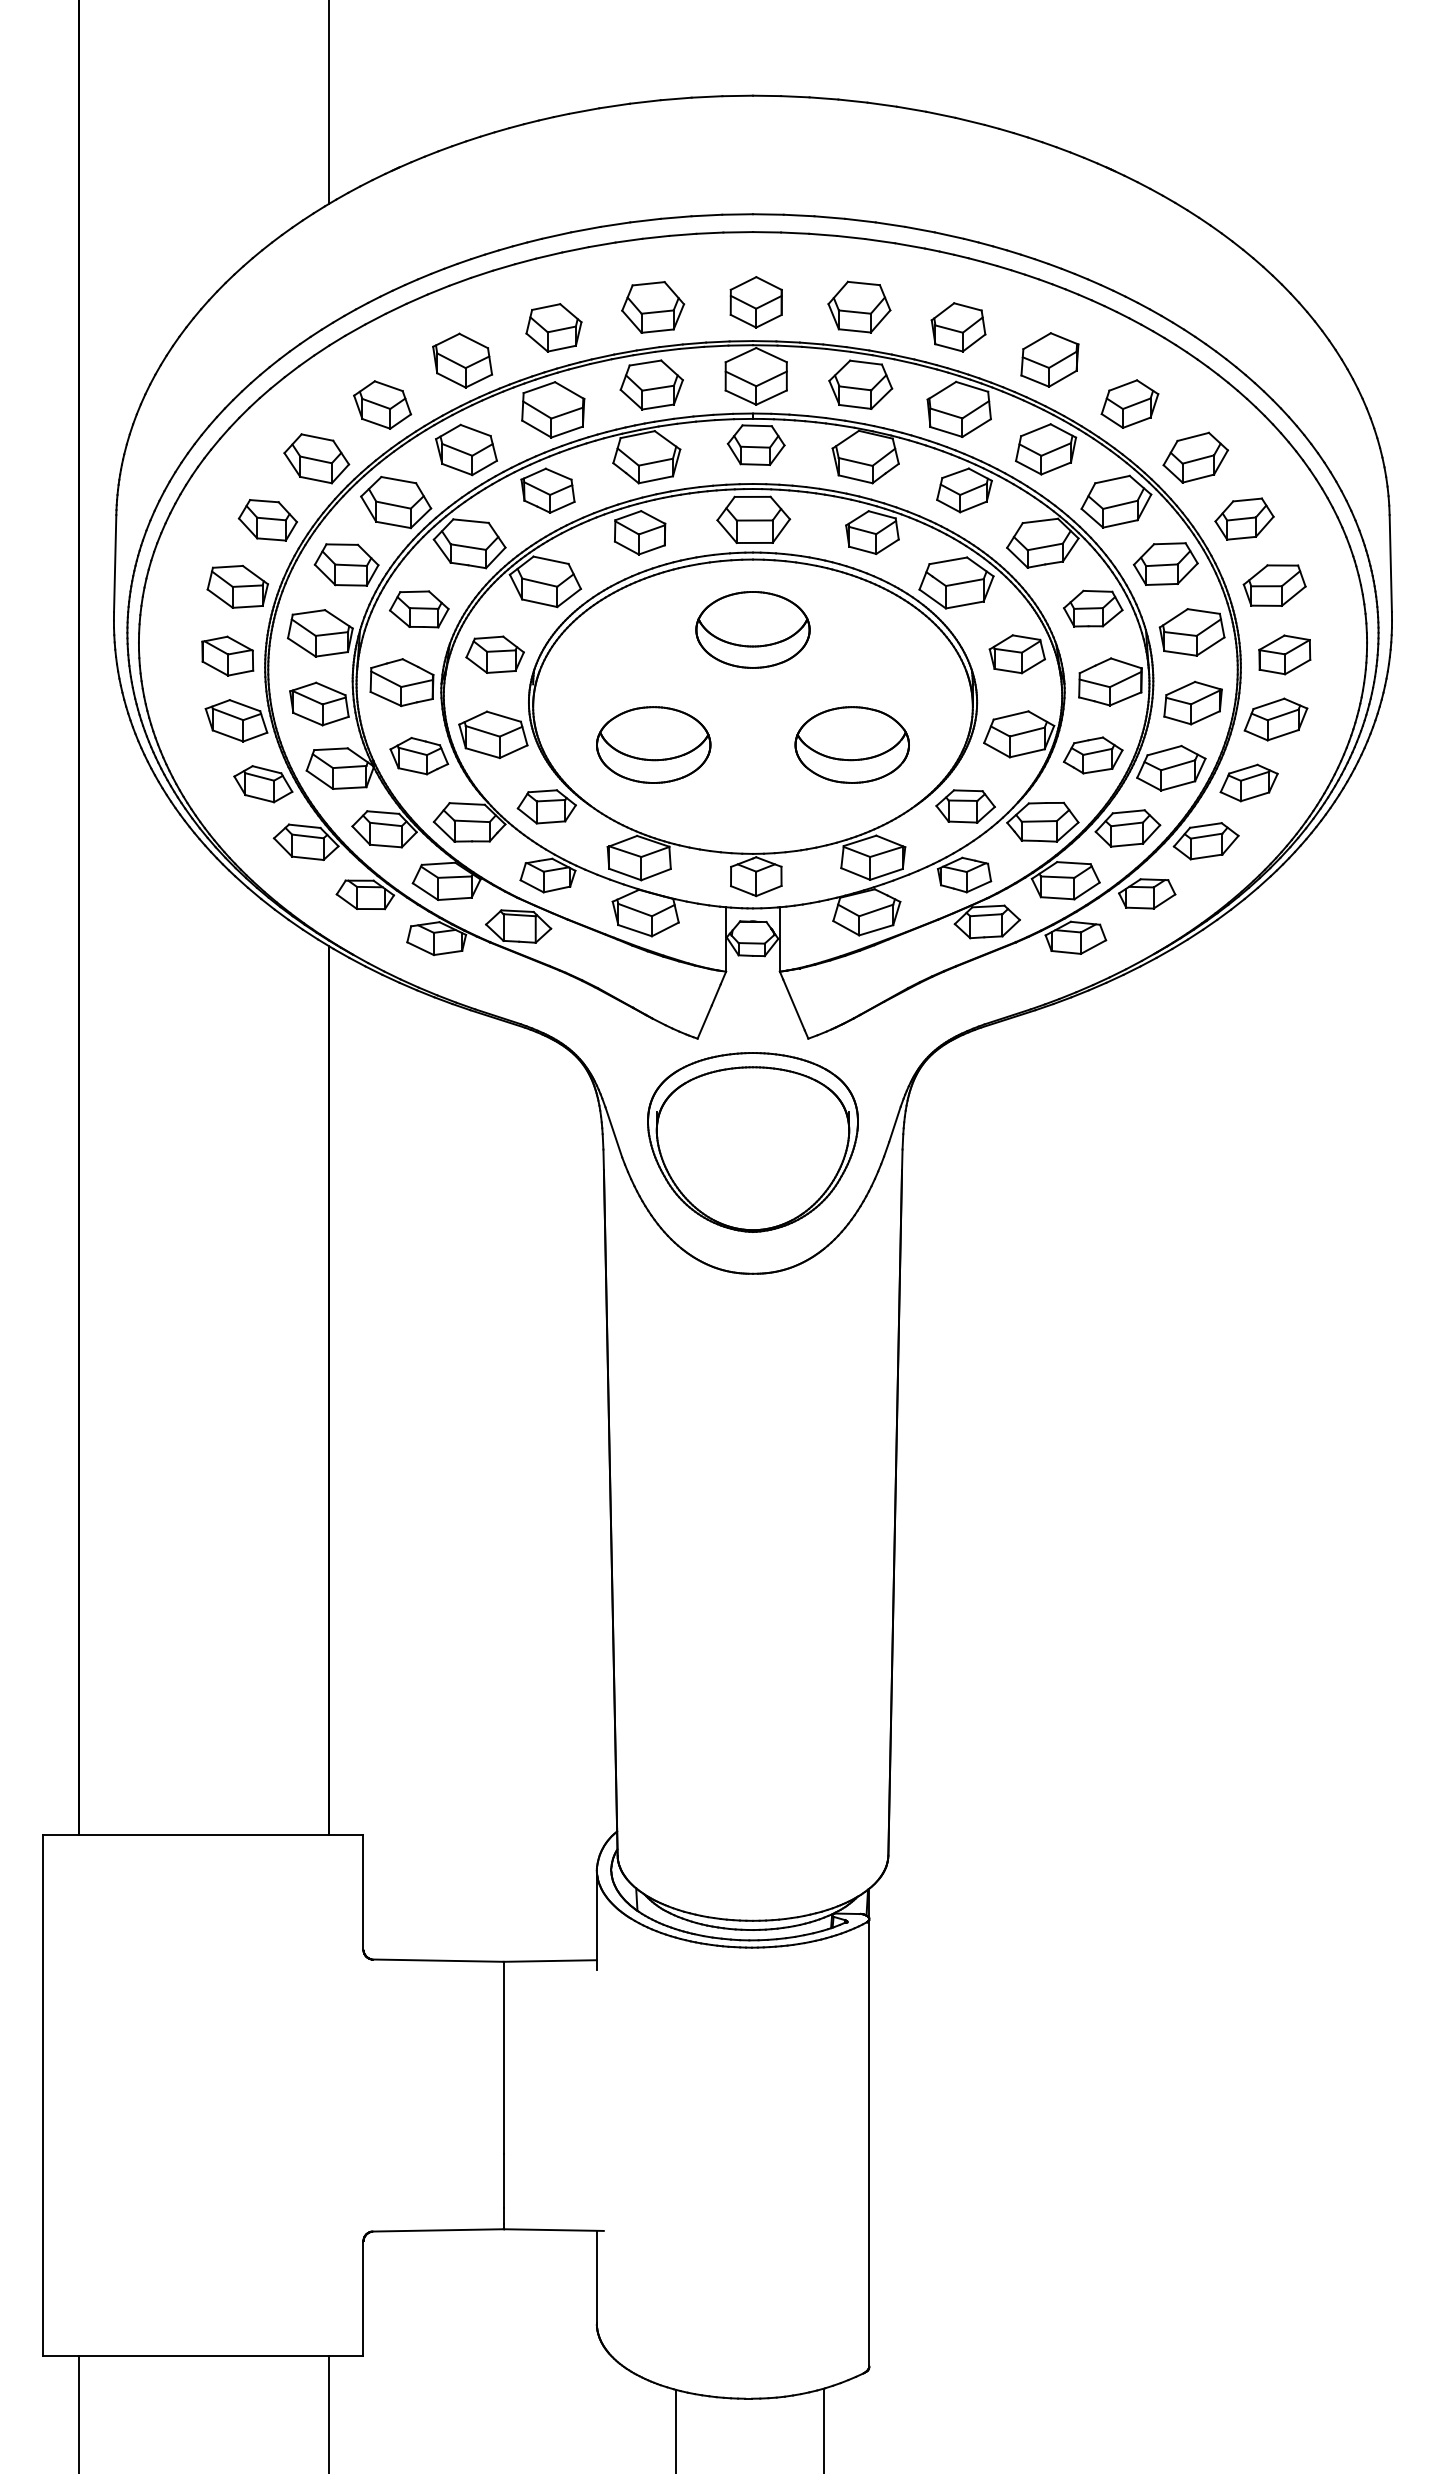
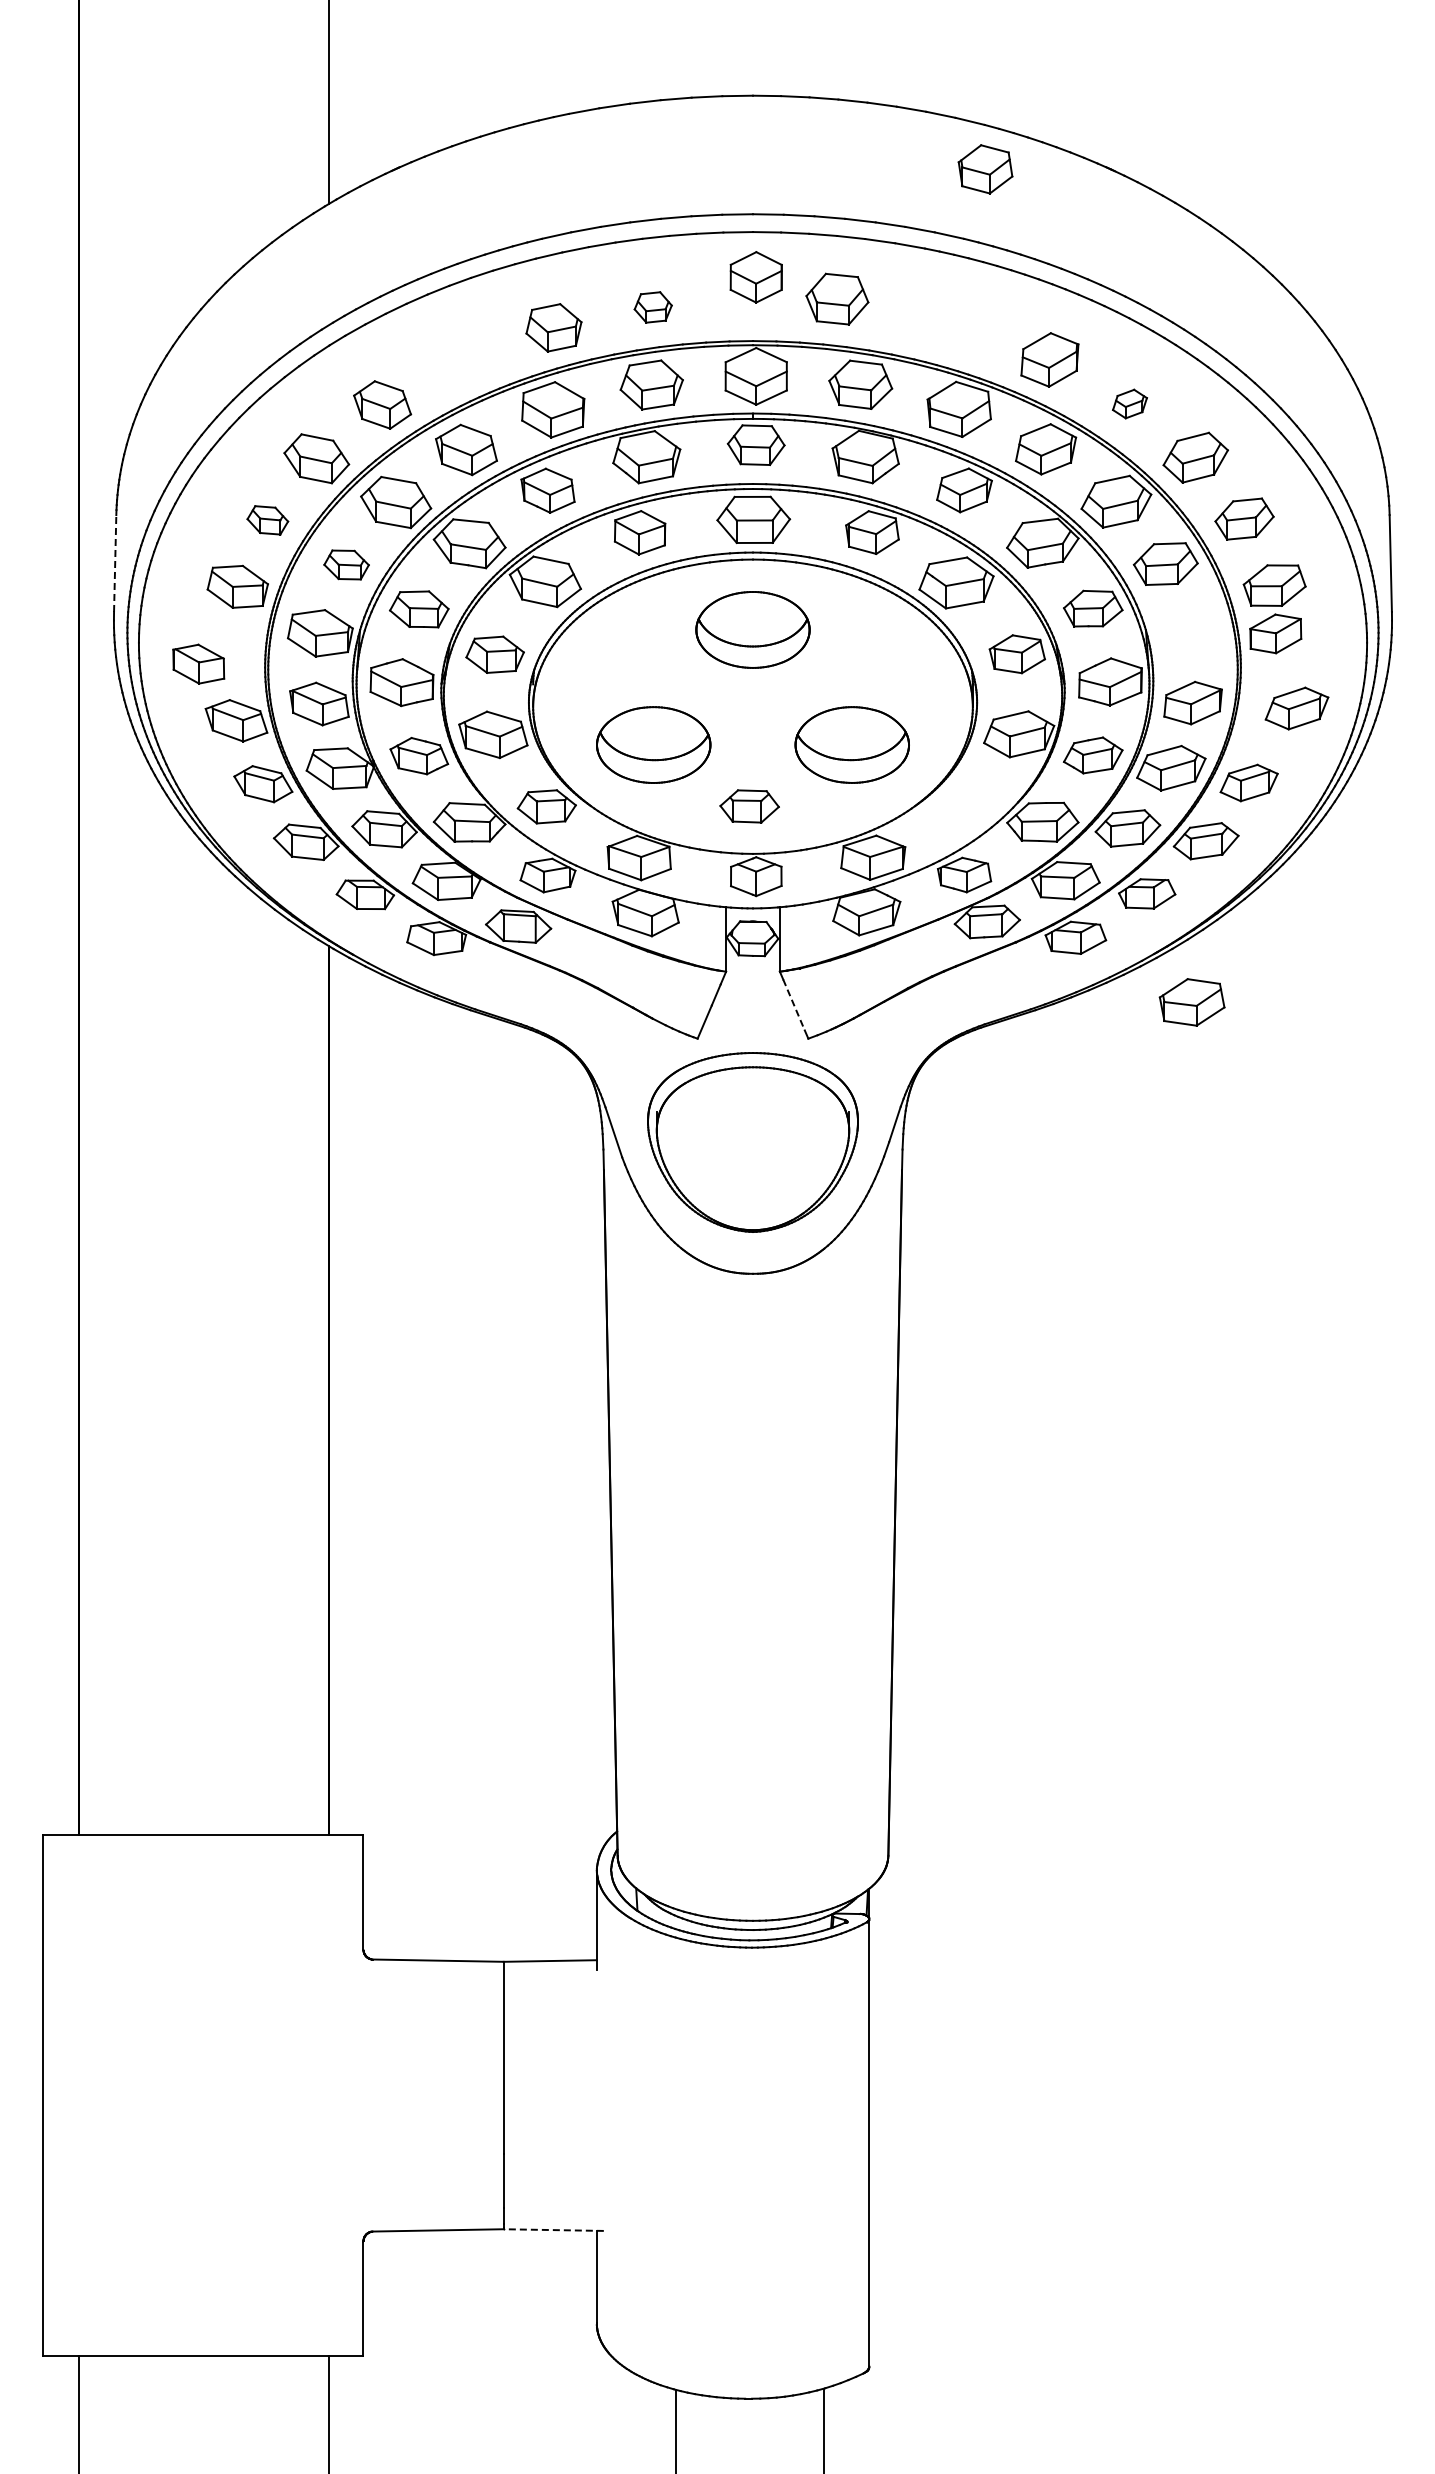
part at (755, 302) position: (755, 302) -> (755, 277)
part at (859, 306) position: (859, 306) -> (837, 298)
part at (653, 307) size: 65x53 px -> 40x33 px
part at (958, 327) position: (958, 327) -> (985, 169)
part at (462, 360): present -> none
part at (1129, 403) size: 60x50 px -> 36x32 px
part at (267, 520) size: 61x43 px -> 44x31 px
line at (115, 563): solid -> dashed
part at (346, 564) size: 67x44 px -> 47x32 px
part at (1191, 632) position: (1191, 632) -> (1191, 1002)
part at (1284, 654) position: (1284, 654) -> (1275, 633)
part at (227, 655) position: (227, 655) -> (198, 663)
part at (1275, 719) position: (1275, 719) -> (1296, 708)
part at (965, 806) position: (965, 806) -> (749, 806)
line at (794, 1005): solid -> dashed
line at (553, 2230): solid -> dashed
